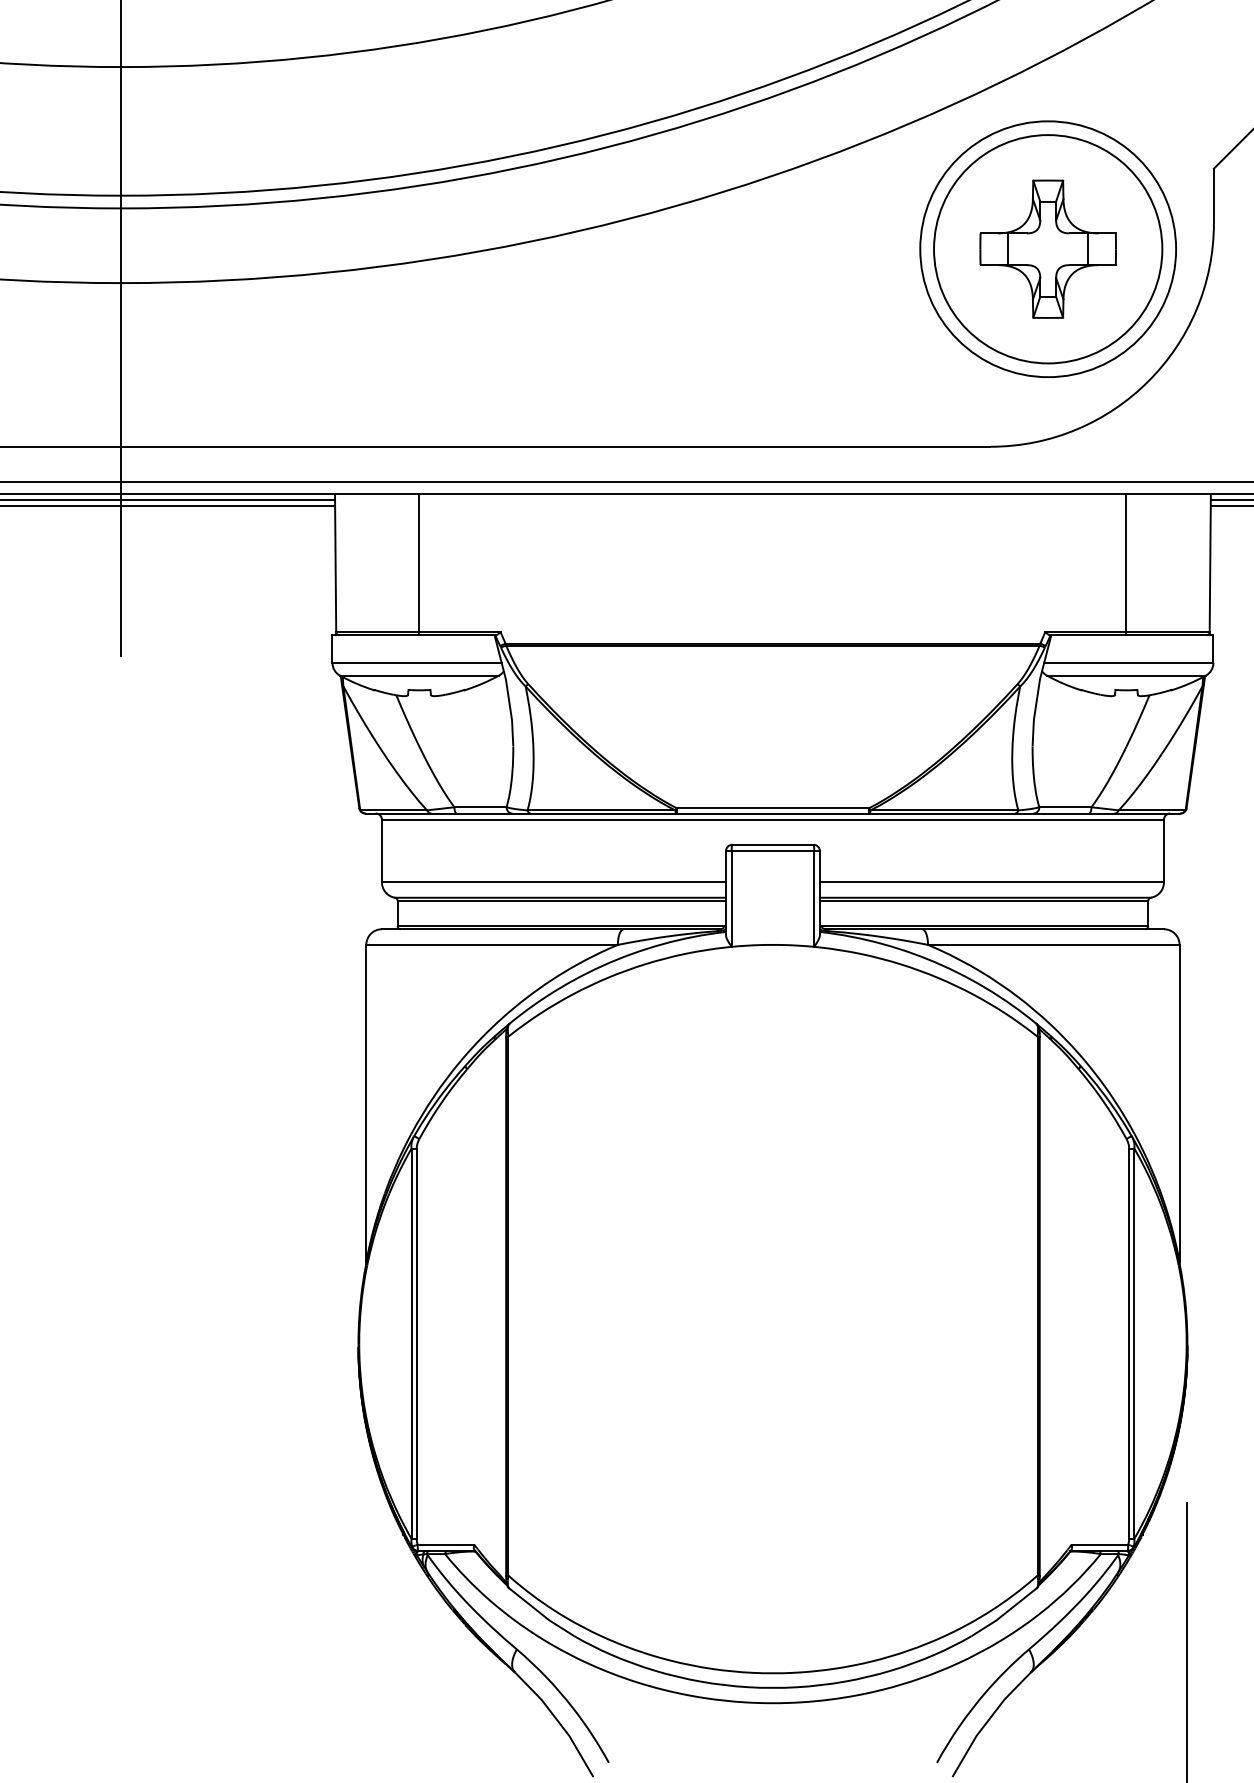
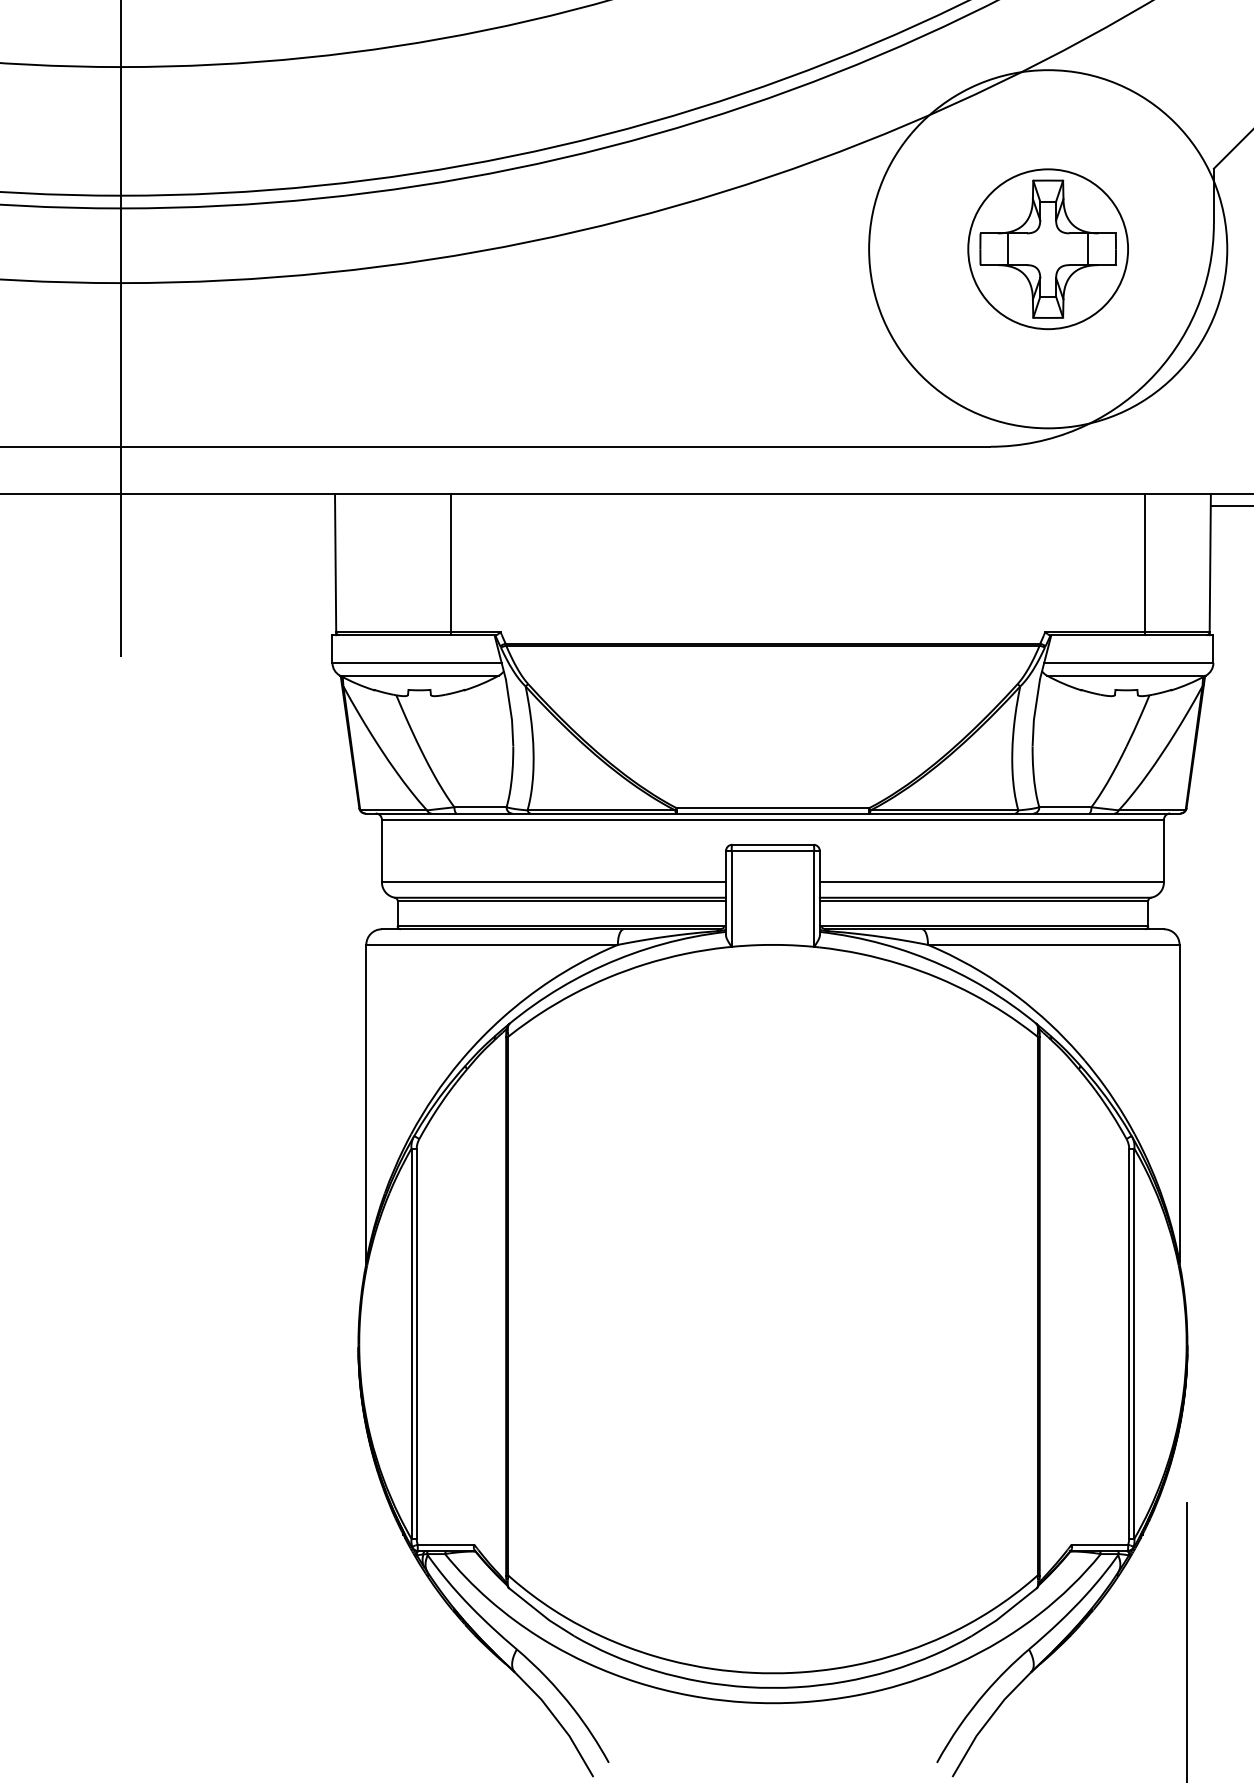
circle at (1048, 249) diameter: 228 px -> 160 px
circle at (1048, 249) diameter: 256 px -> 358 px
line at (626, 482): present -> none
line at (168, 500): present -> none
line at (1230, 500): present -> none
line at (168, 506): present -> none
line at (419, 564) position: (419, 564) -> (451, 564)
line at (1126, 564) position: (1126, 564) -> (1145, 564)
